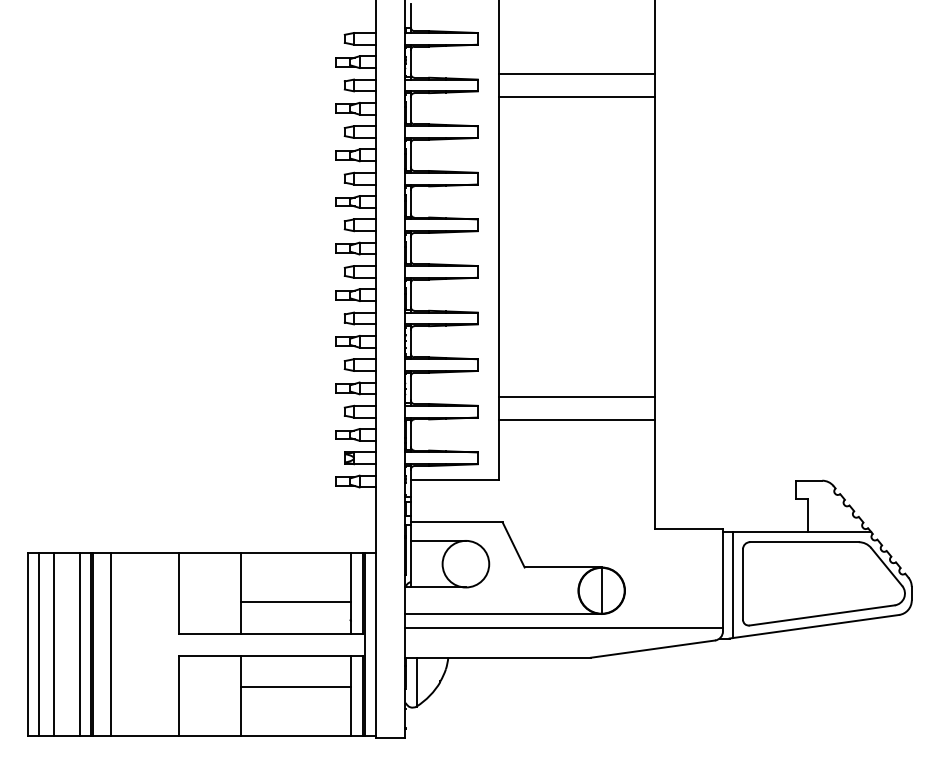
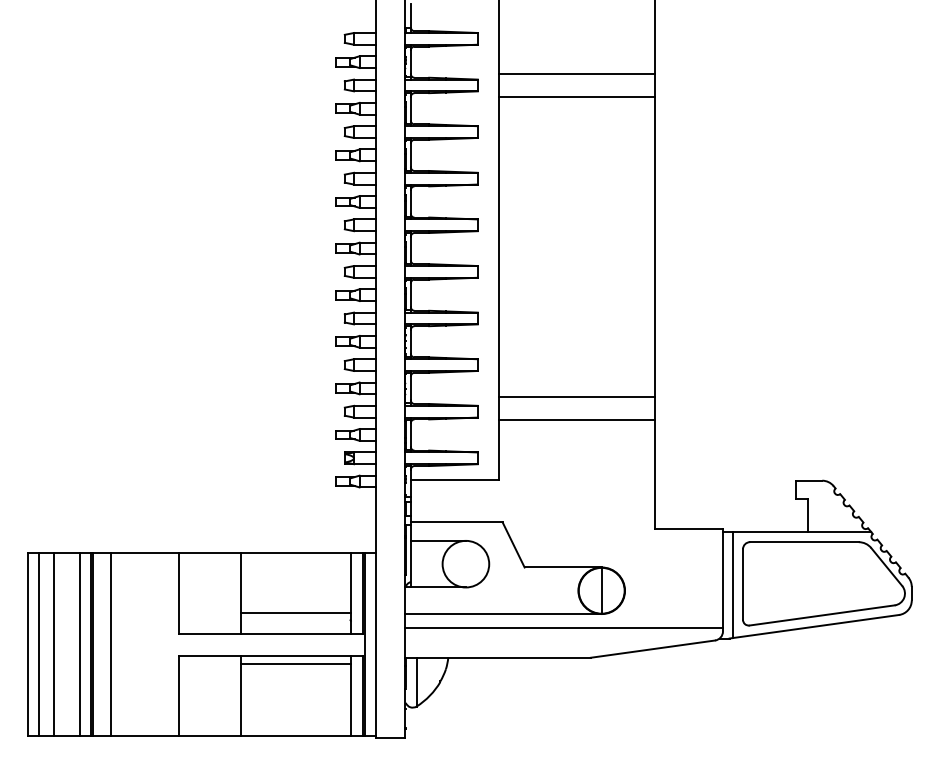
line at (295, 602) position: (295, 602) -> (295, 613)
line at (295, 687) position: (295, 687) -> (295, 664)
